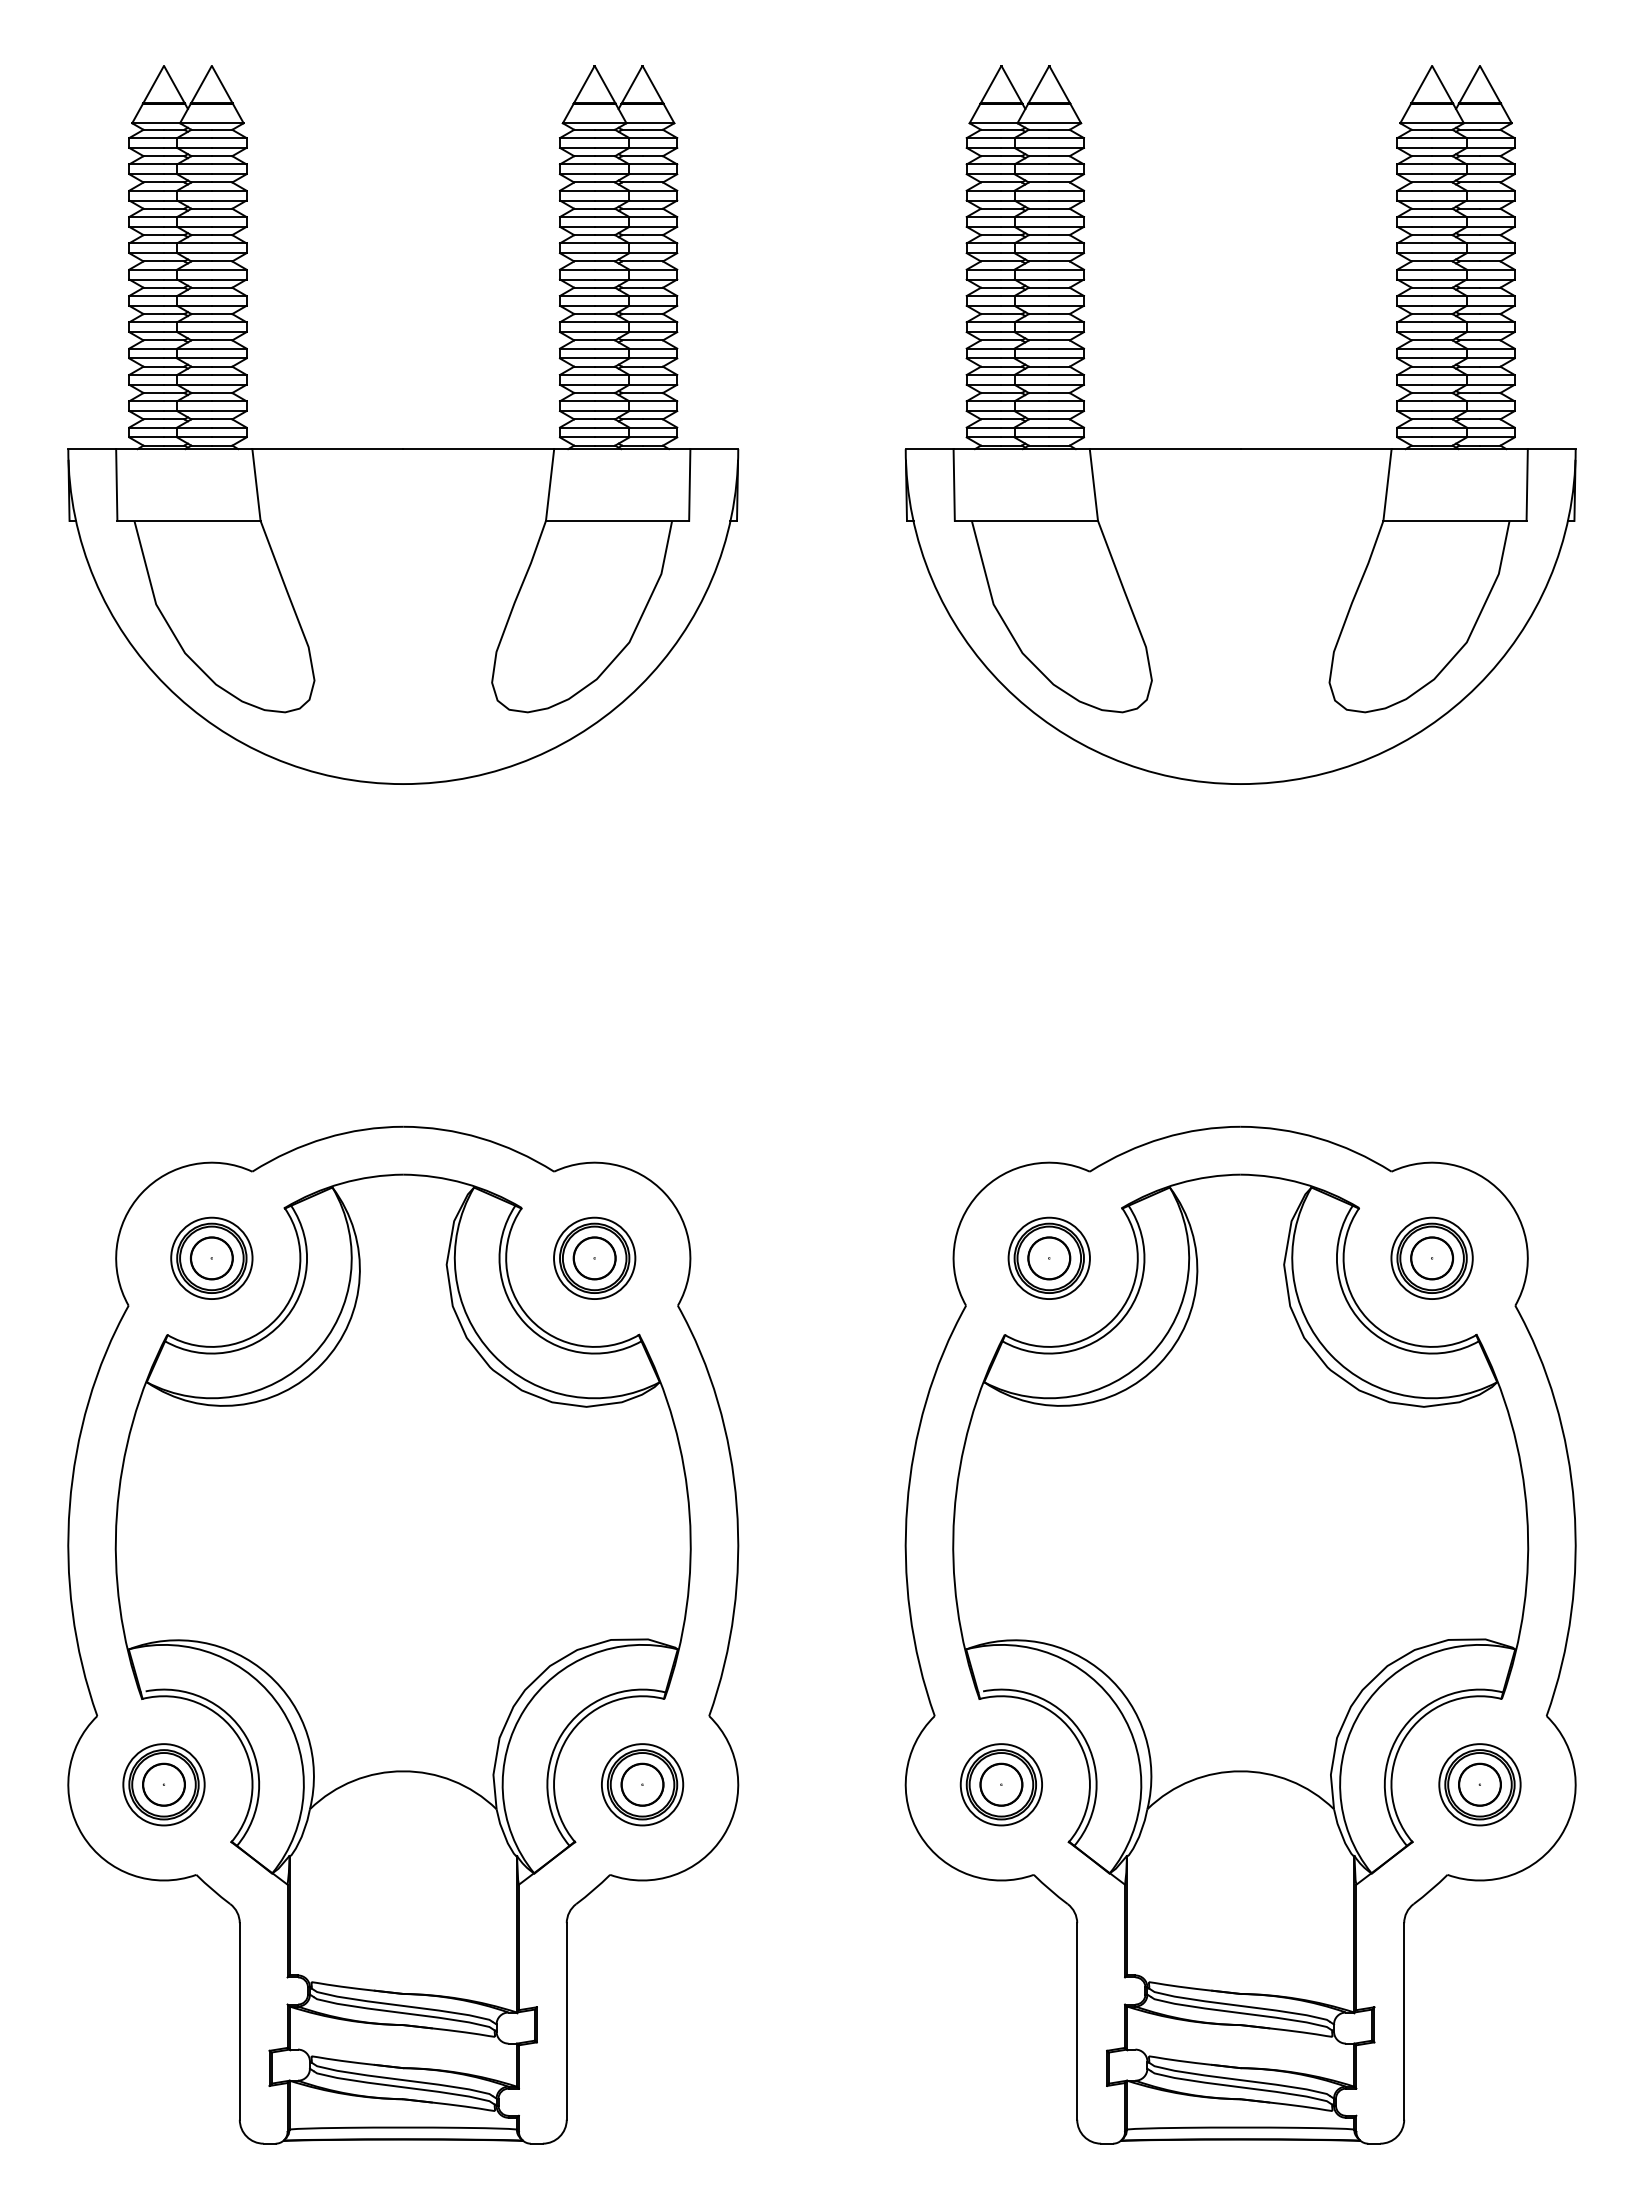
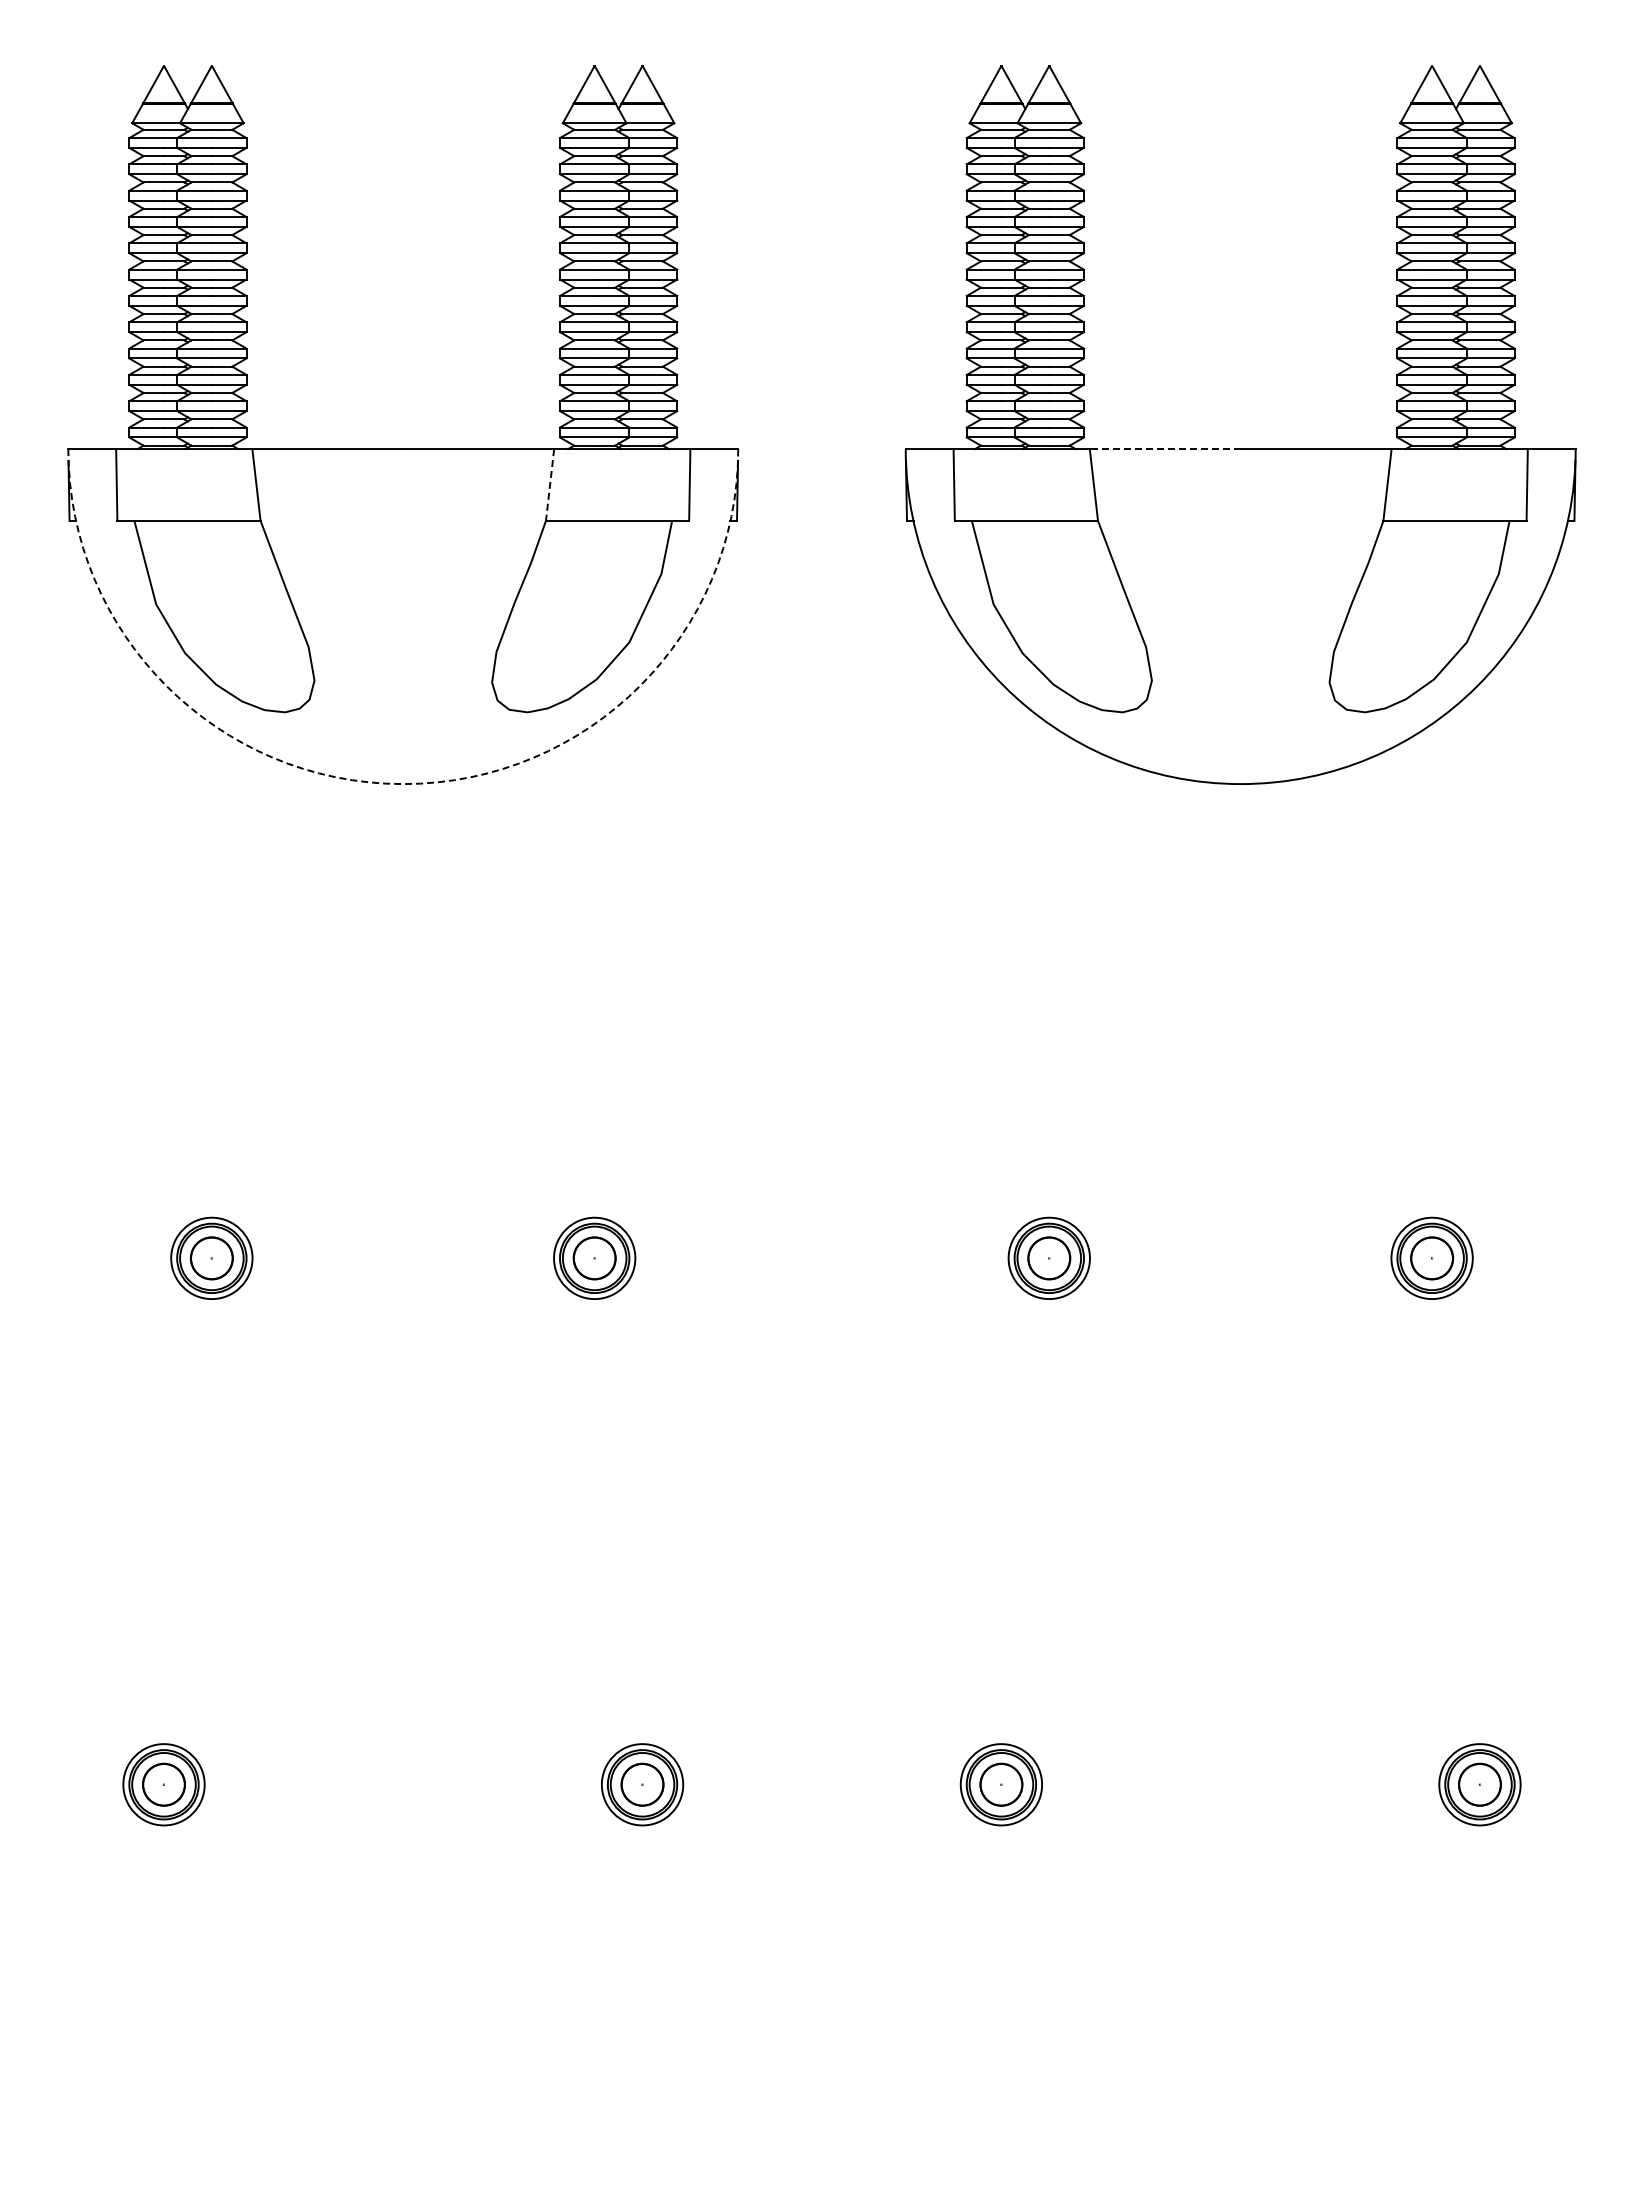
line at (1164, 449): solid -> dashed
line at (550, 485): solid -> dashed
arc at (403, 784): solid -> dashed
part at (403, 1634): present -> none
part at (1240, 1634): present -> none
